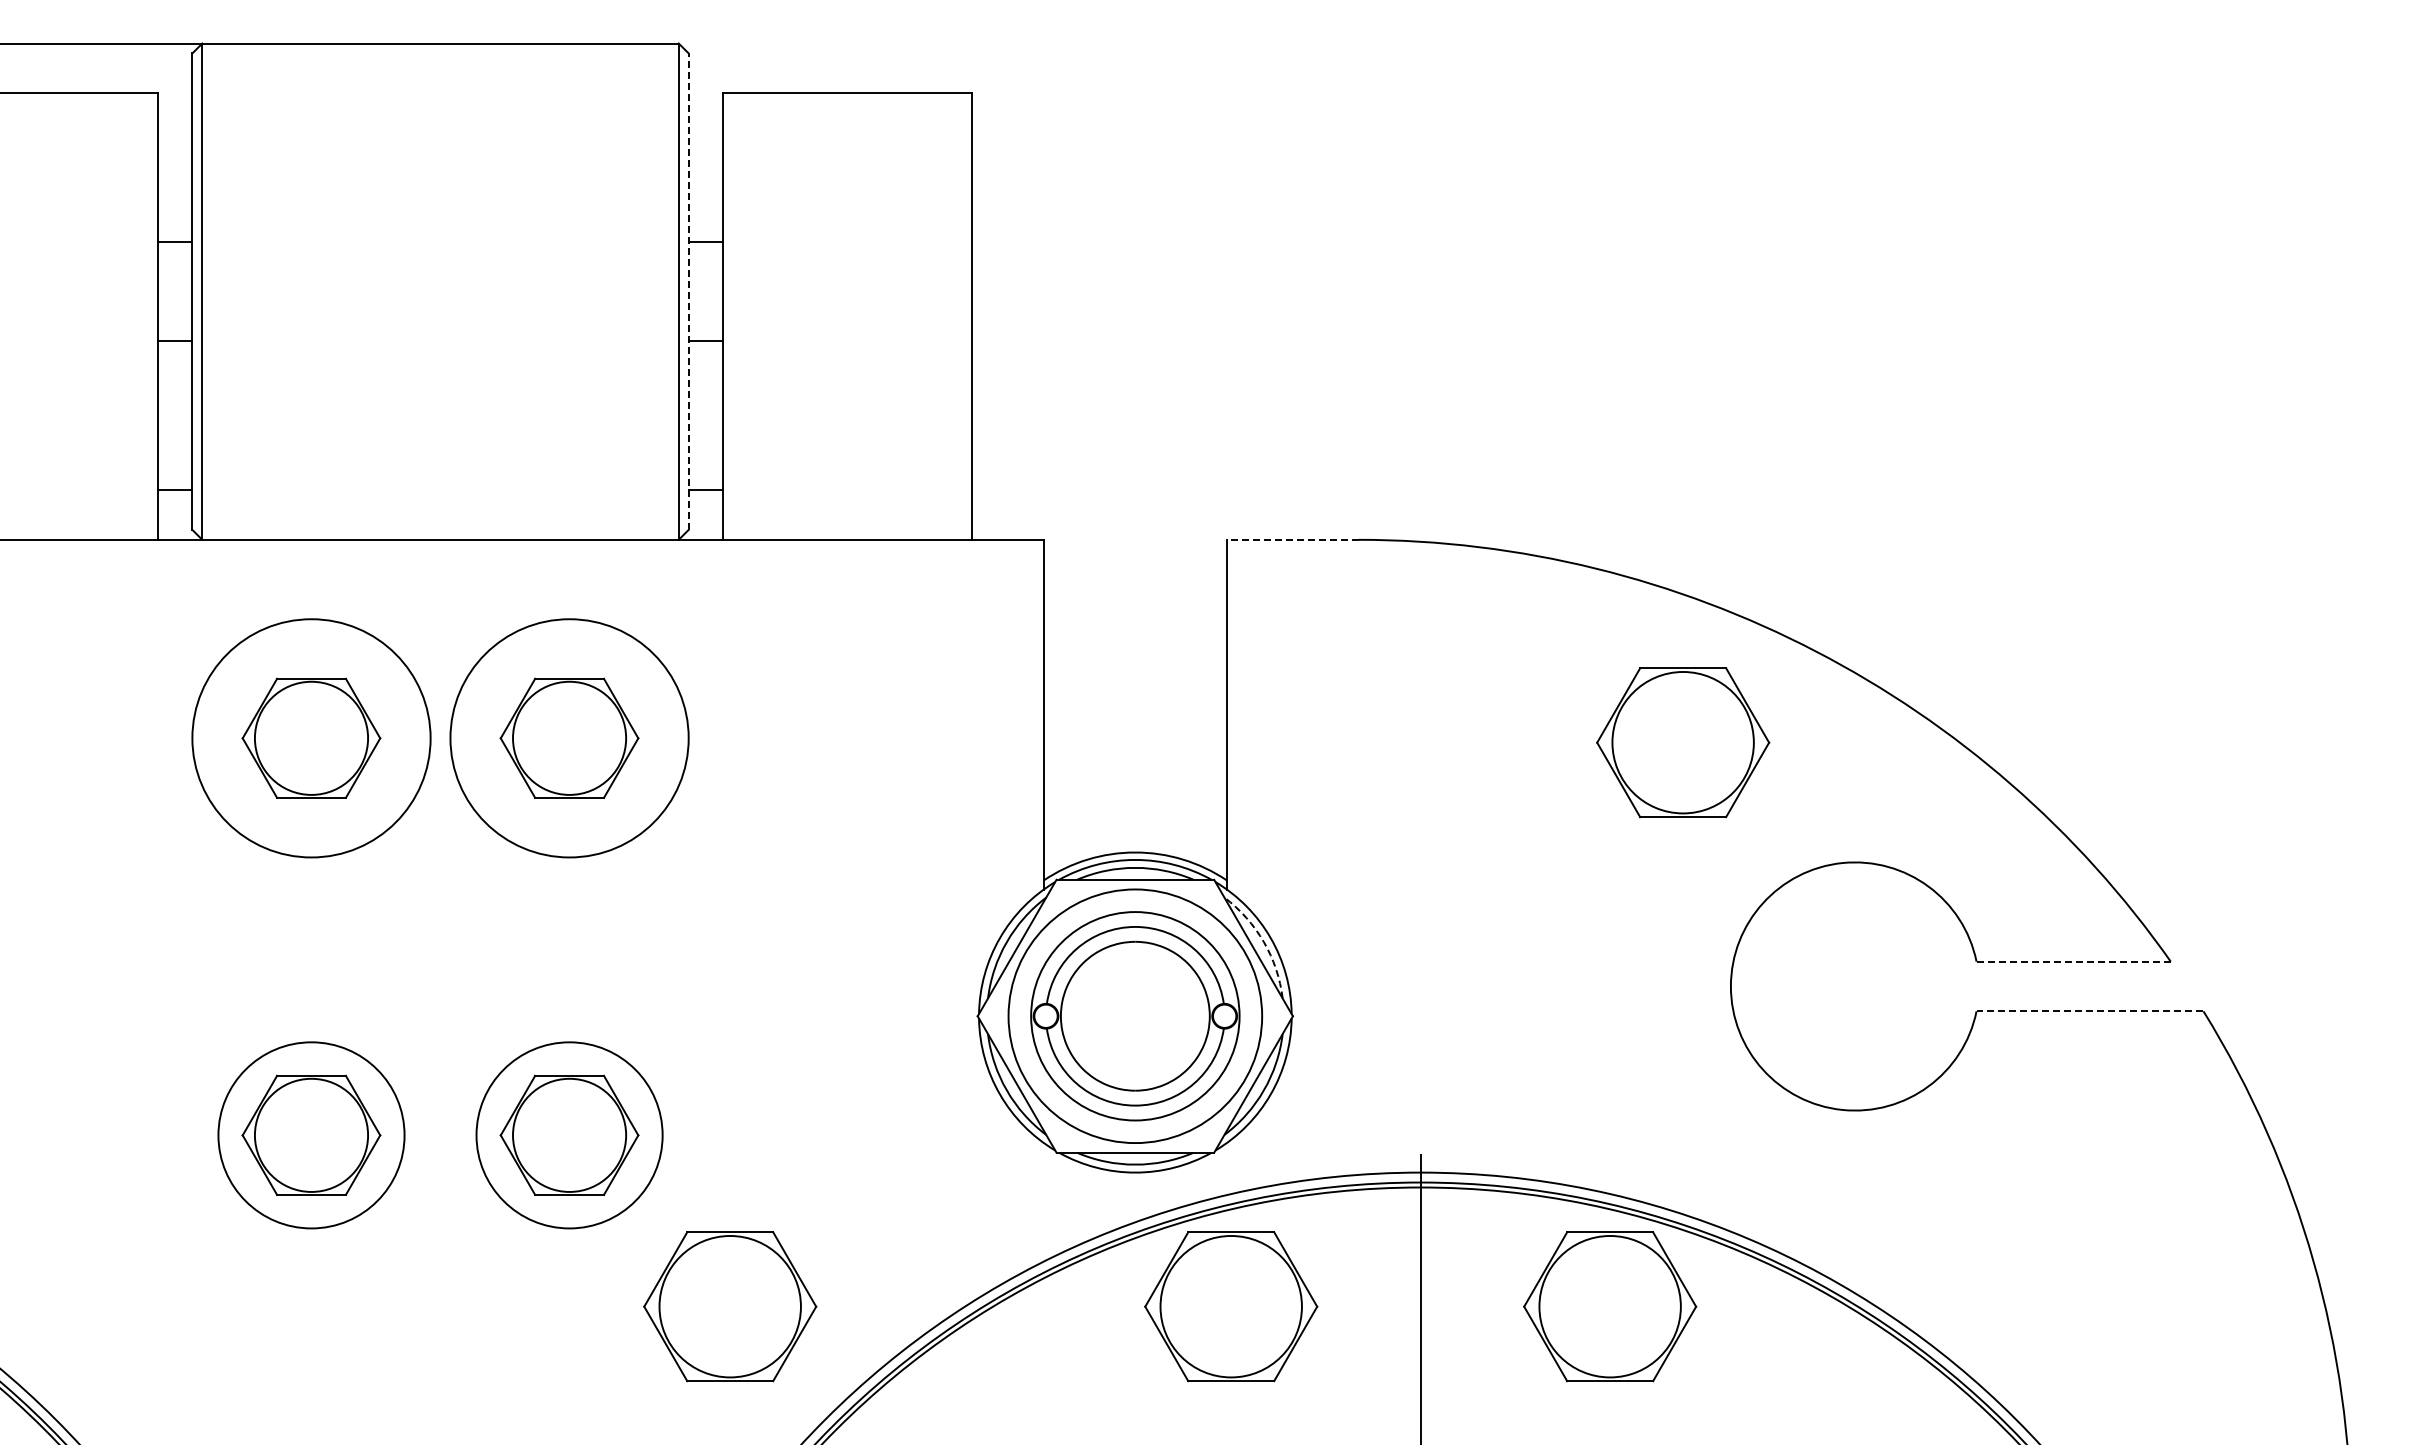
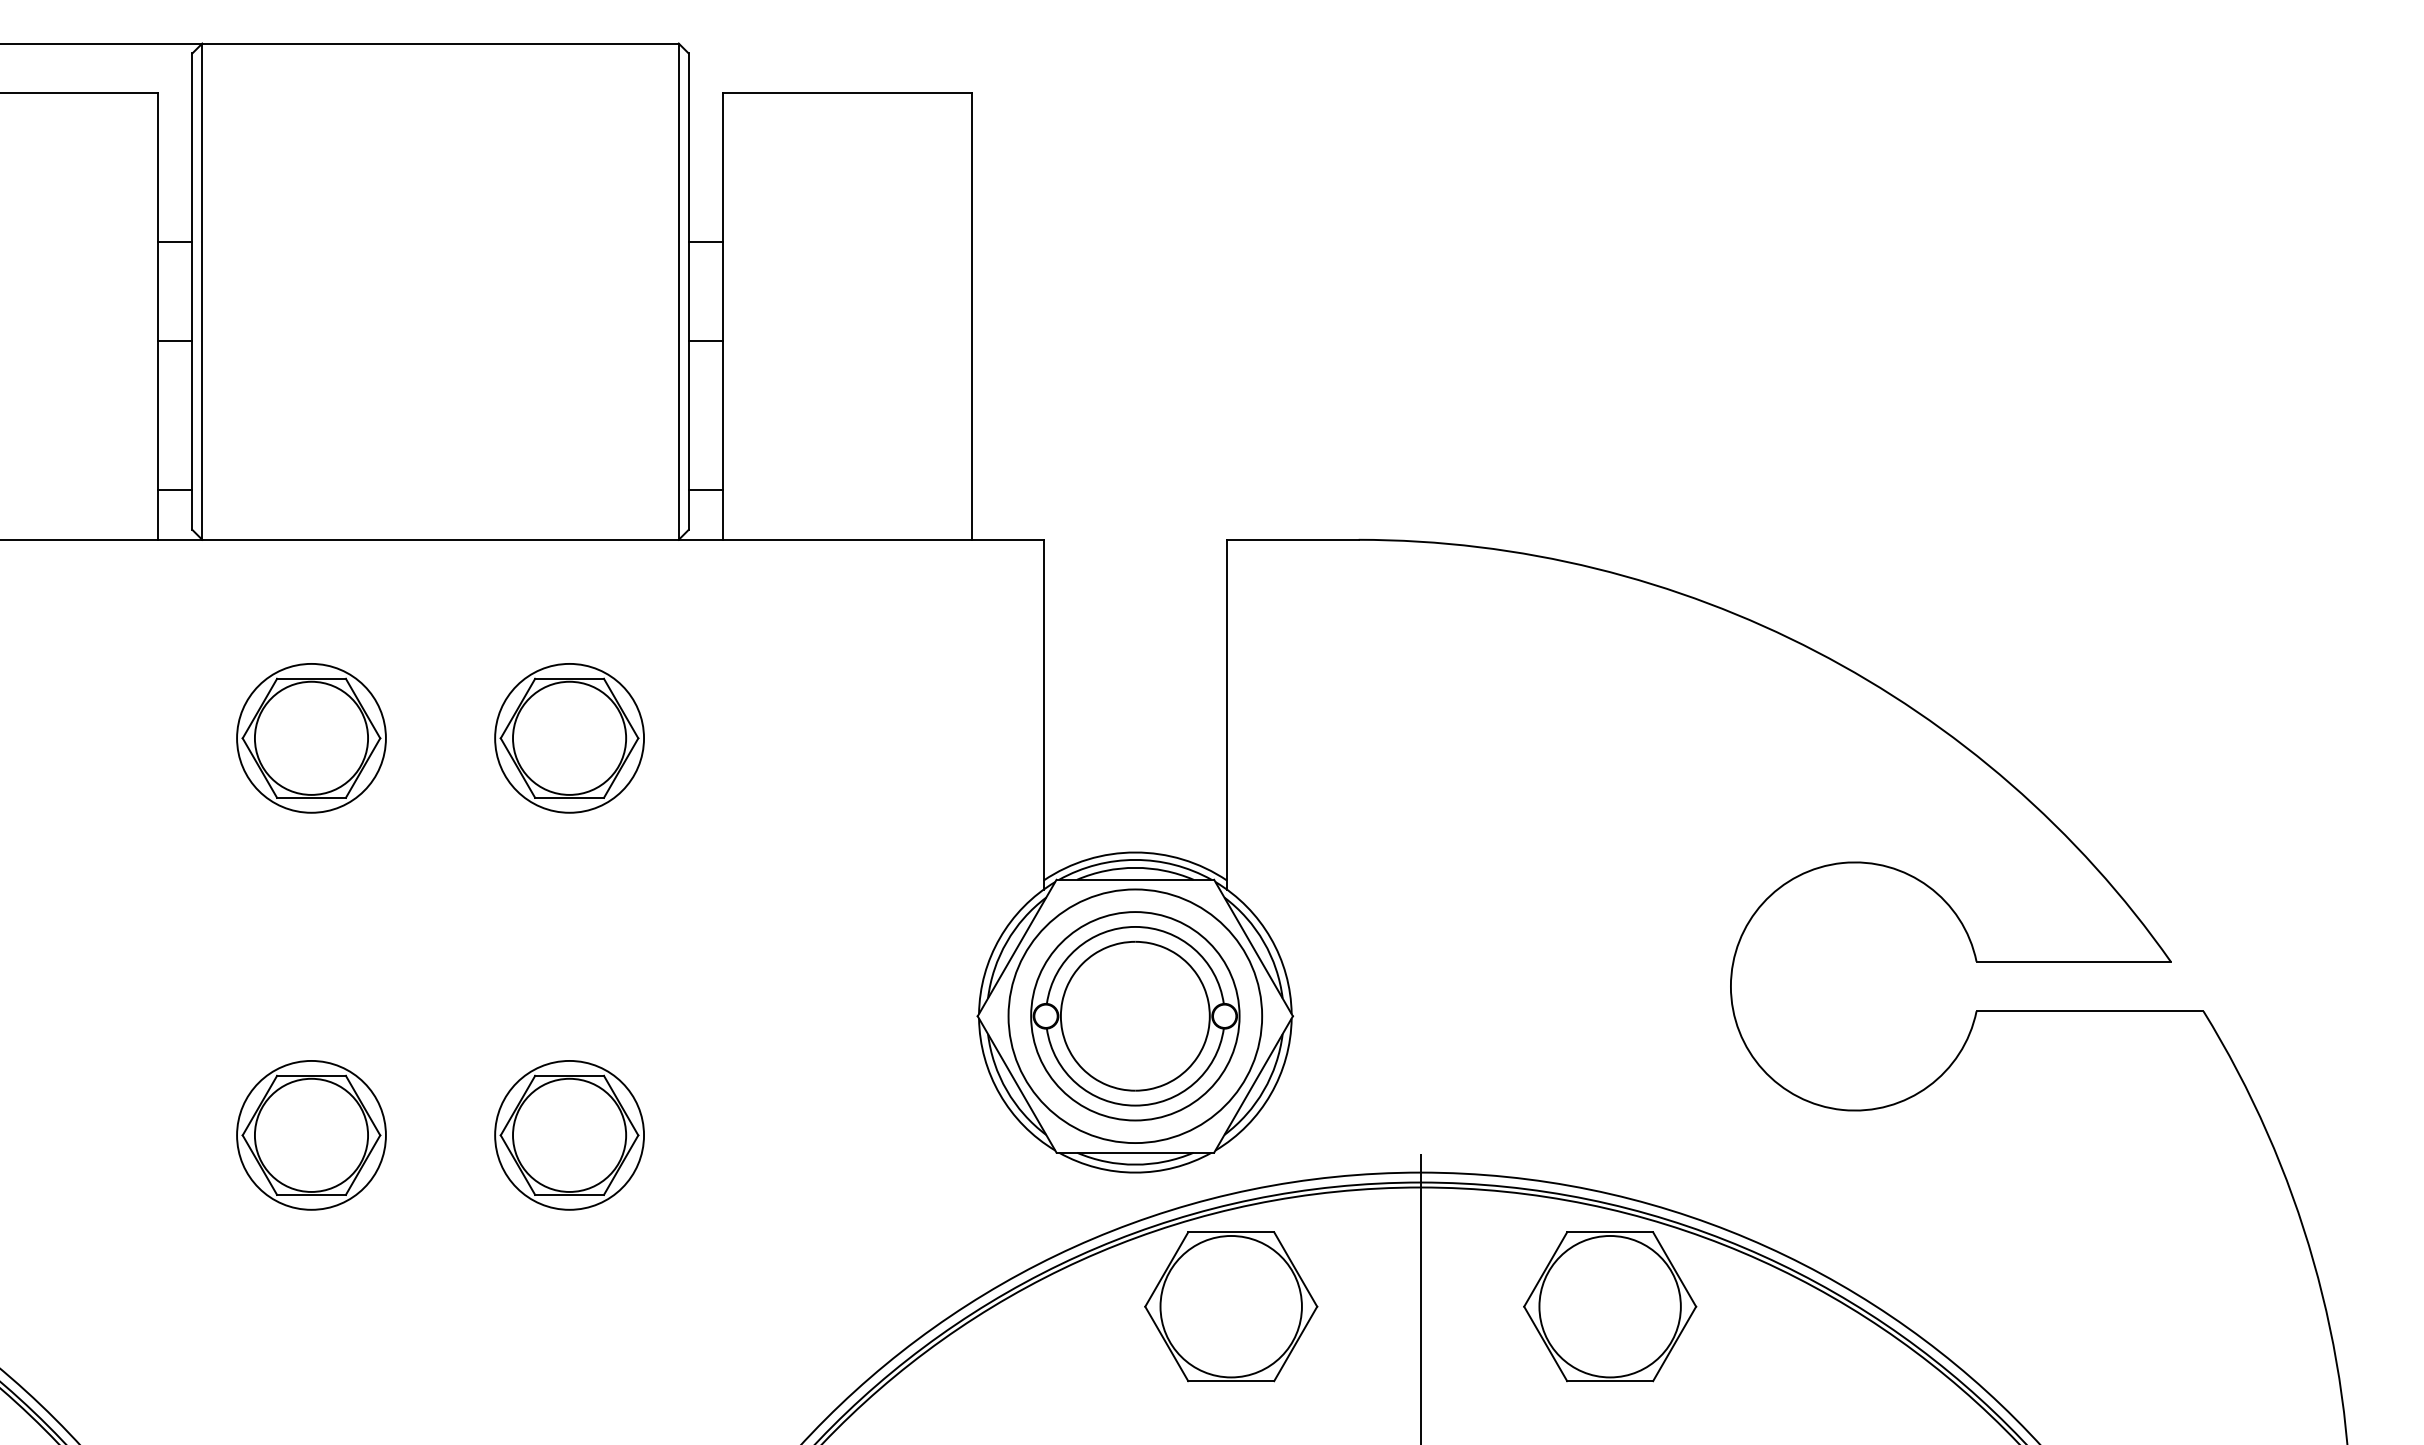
line at (688, 291): dashed -> solid
line at (1292, 539): dashed -> solid
circle at (311, 738) diameter: 238 px -> 149 px
circle at (569, 738) diameter: 238 px -> 149 px
part at (1683, 742): present -> none
arc at (1263, 942): dashed -> solid
line at (2073, 961): dashed -> solid
line at (2089, 1011): dashed -> solid
circle at (311, 1135) diameter: 186 px -> 149 px
circle at (569, 1135) diameter: 186 px -> 149 px
part at (730, 1306): present -> none
